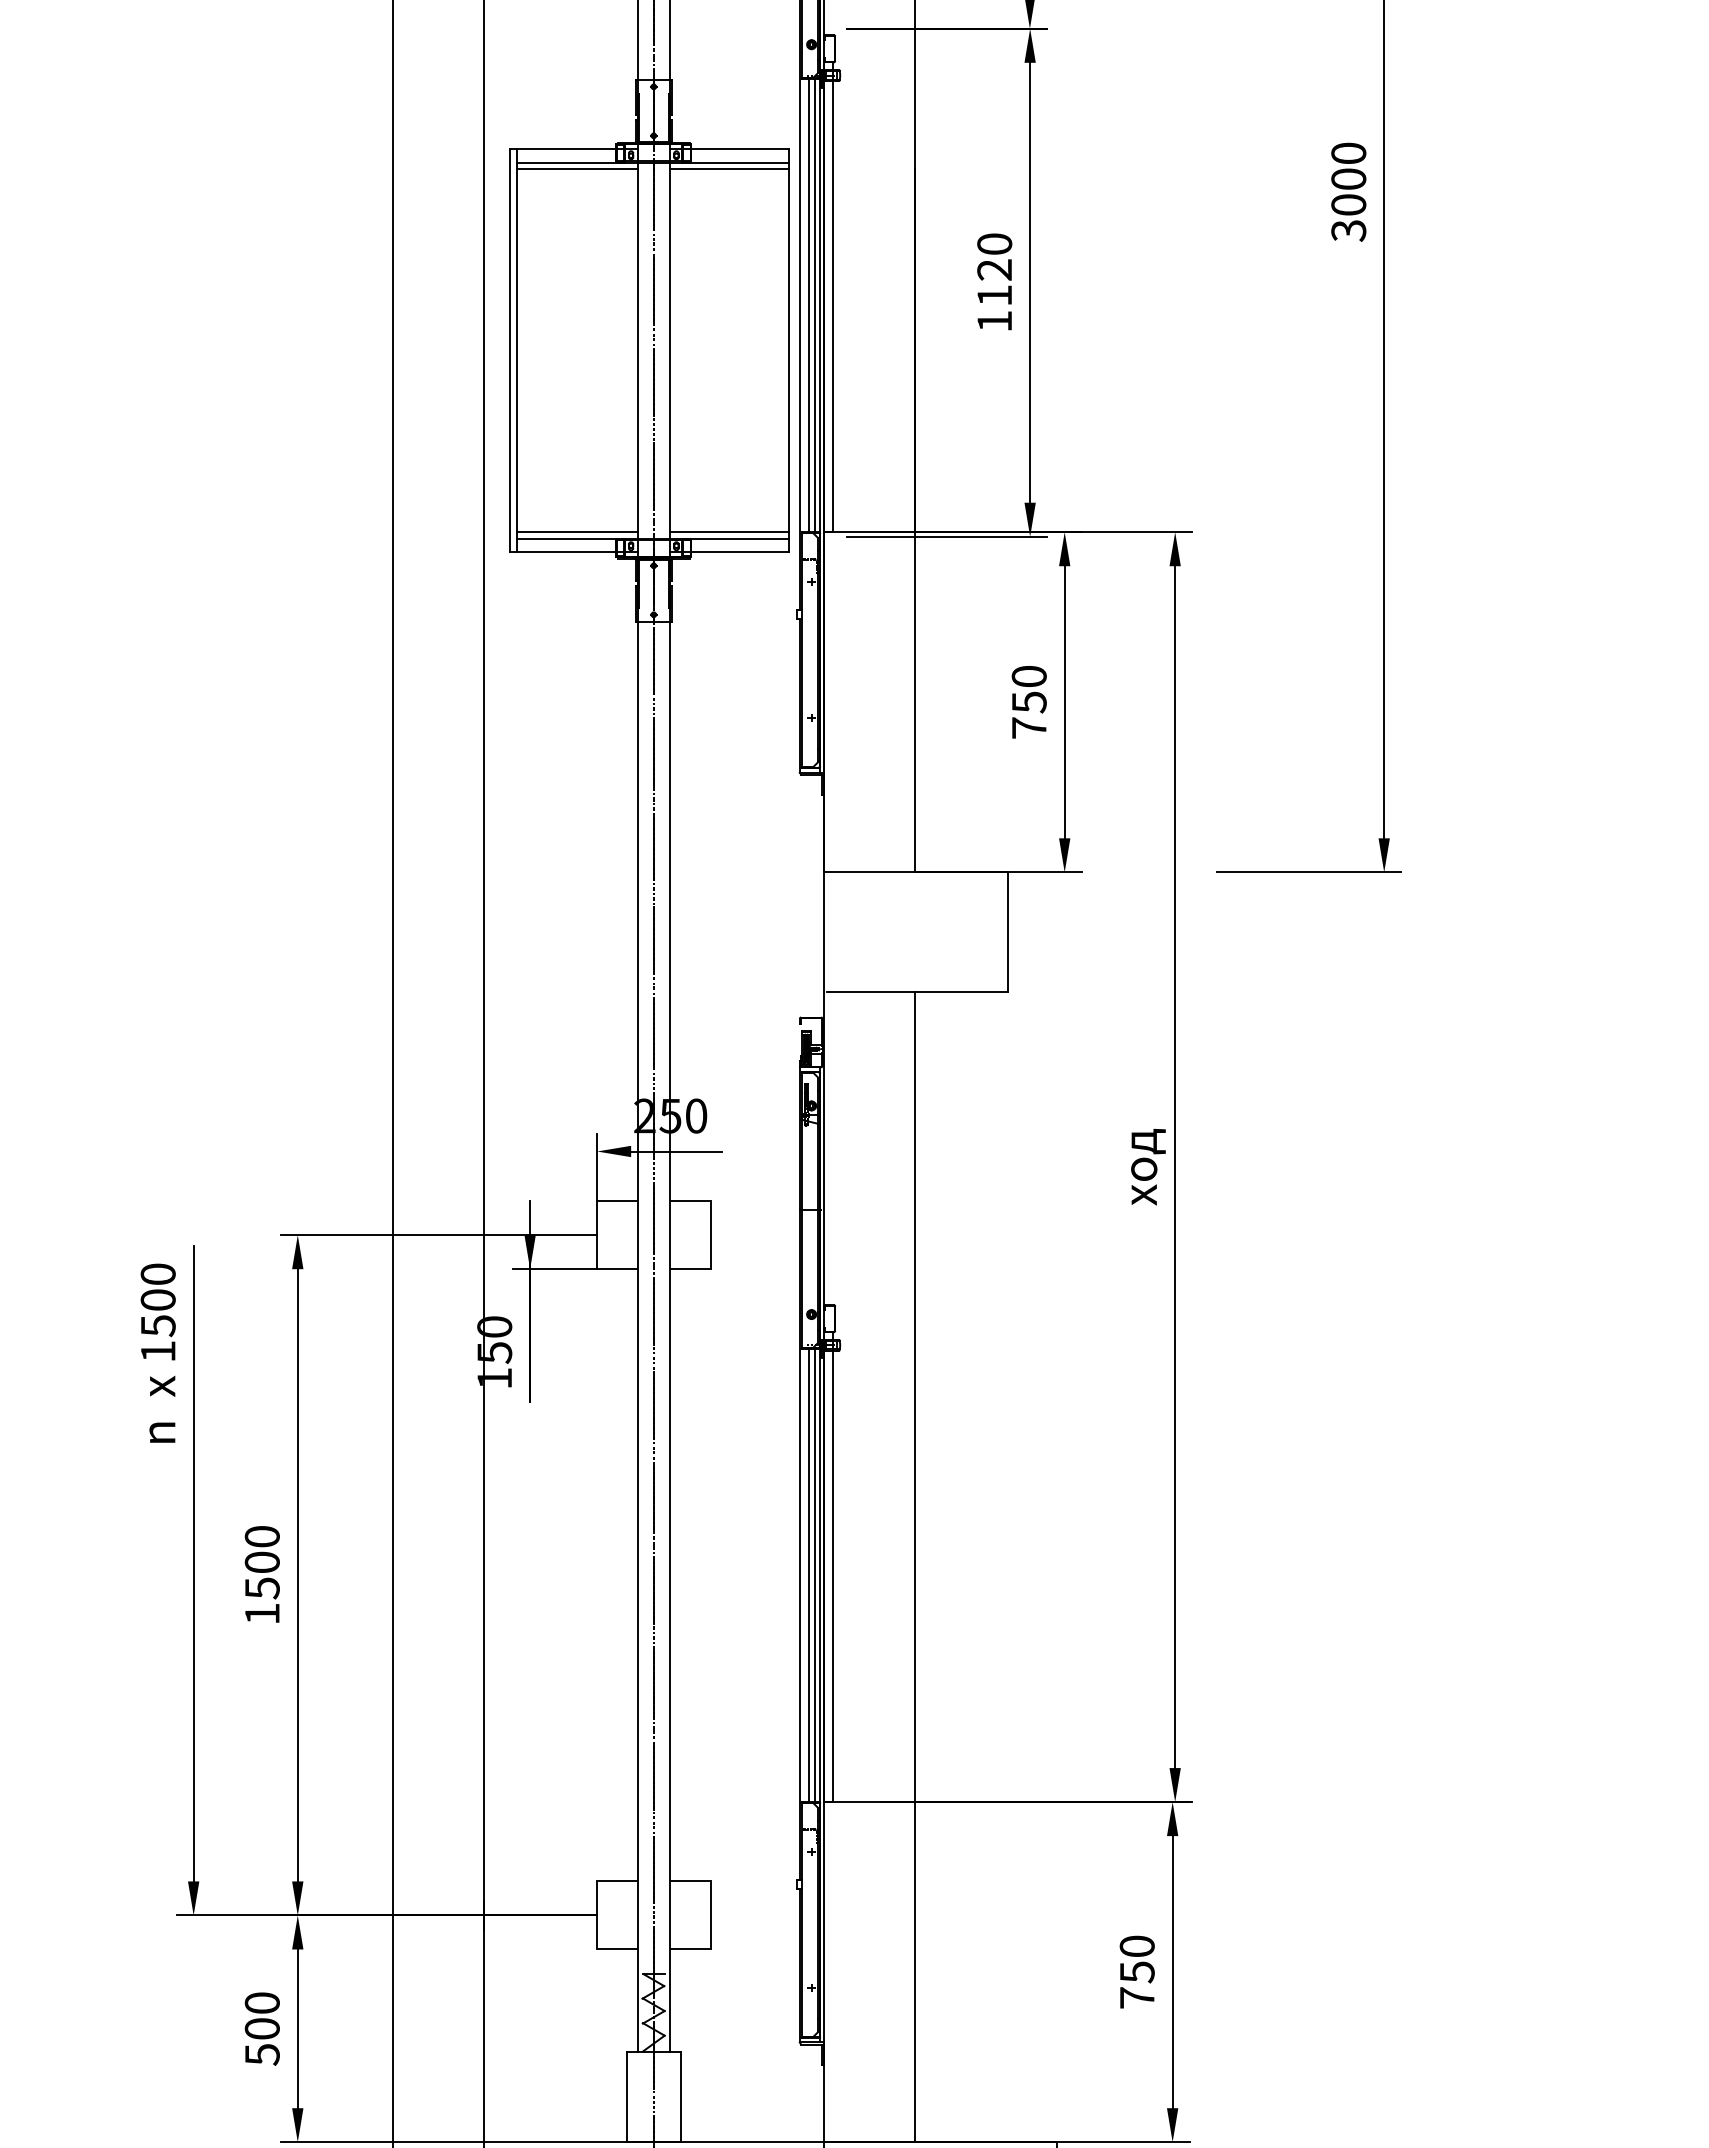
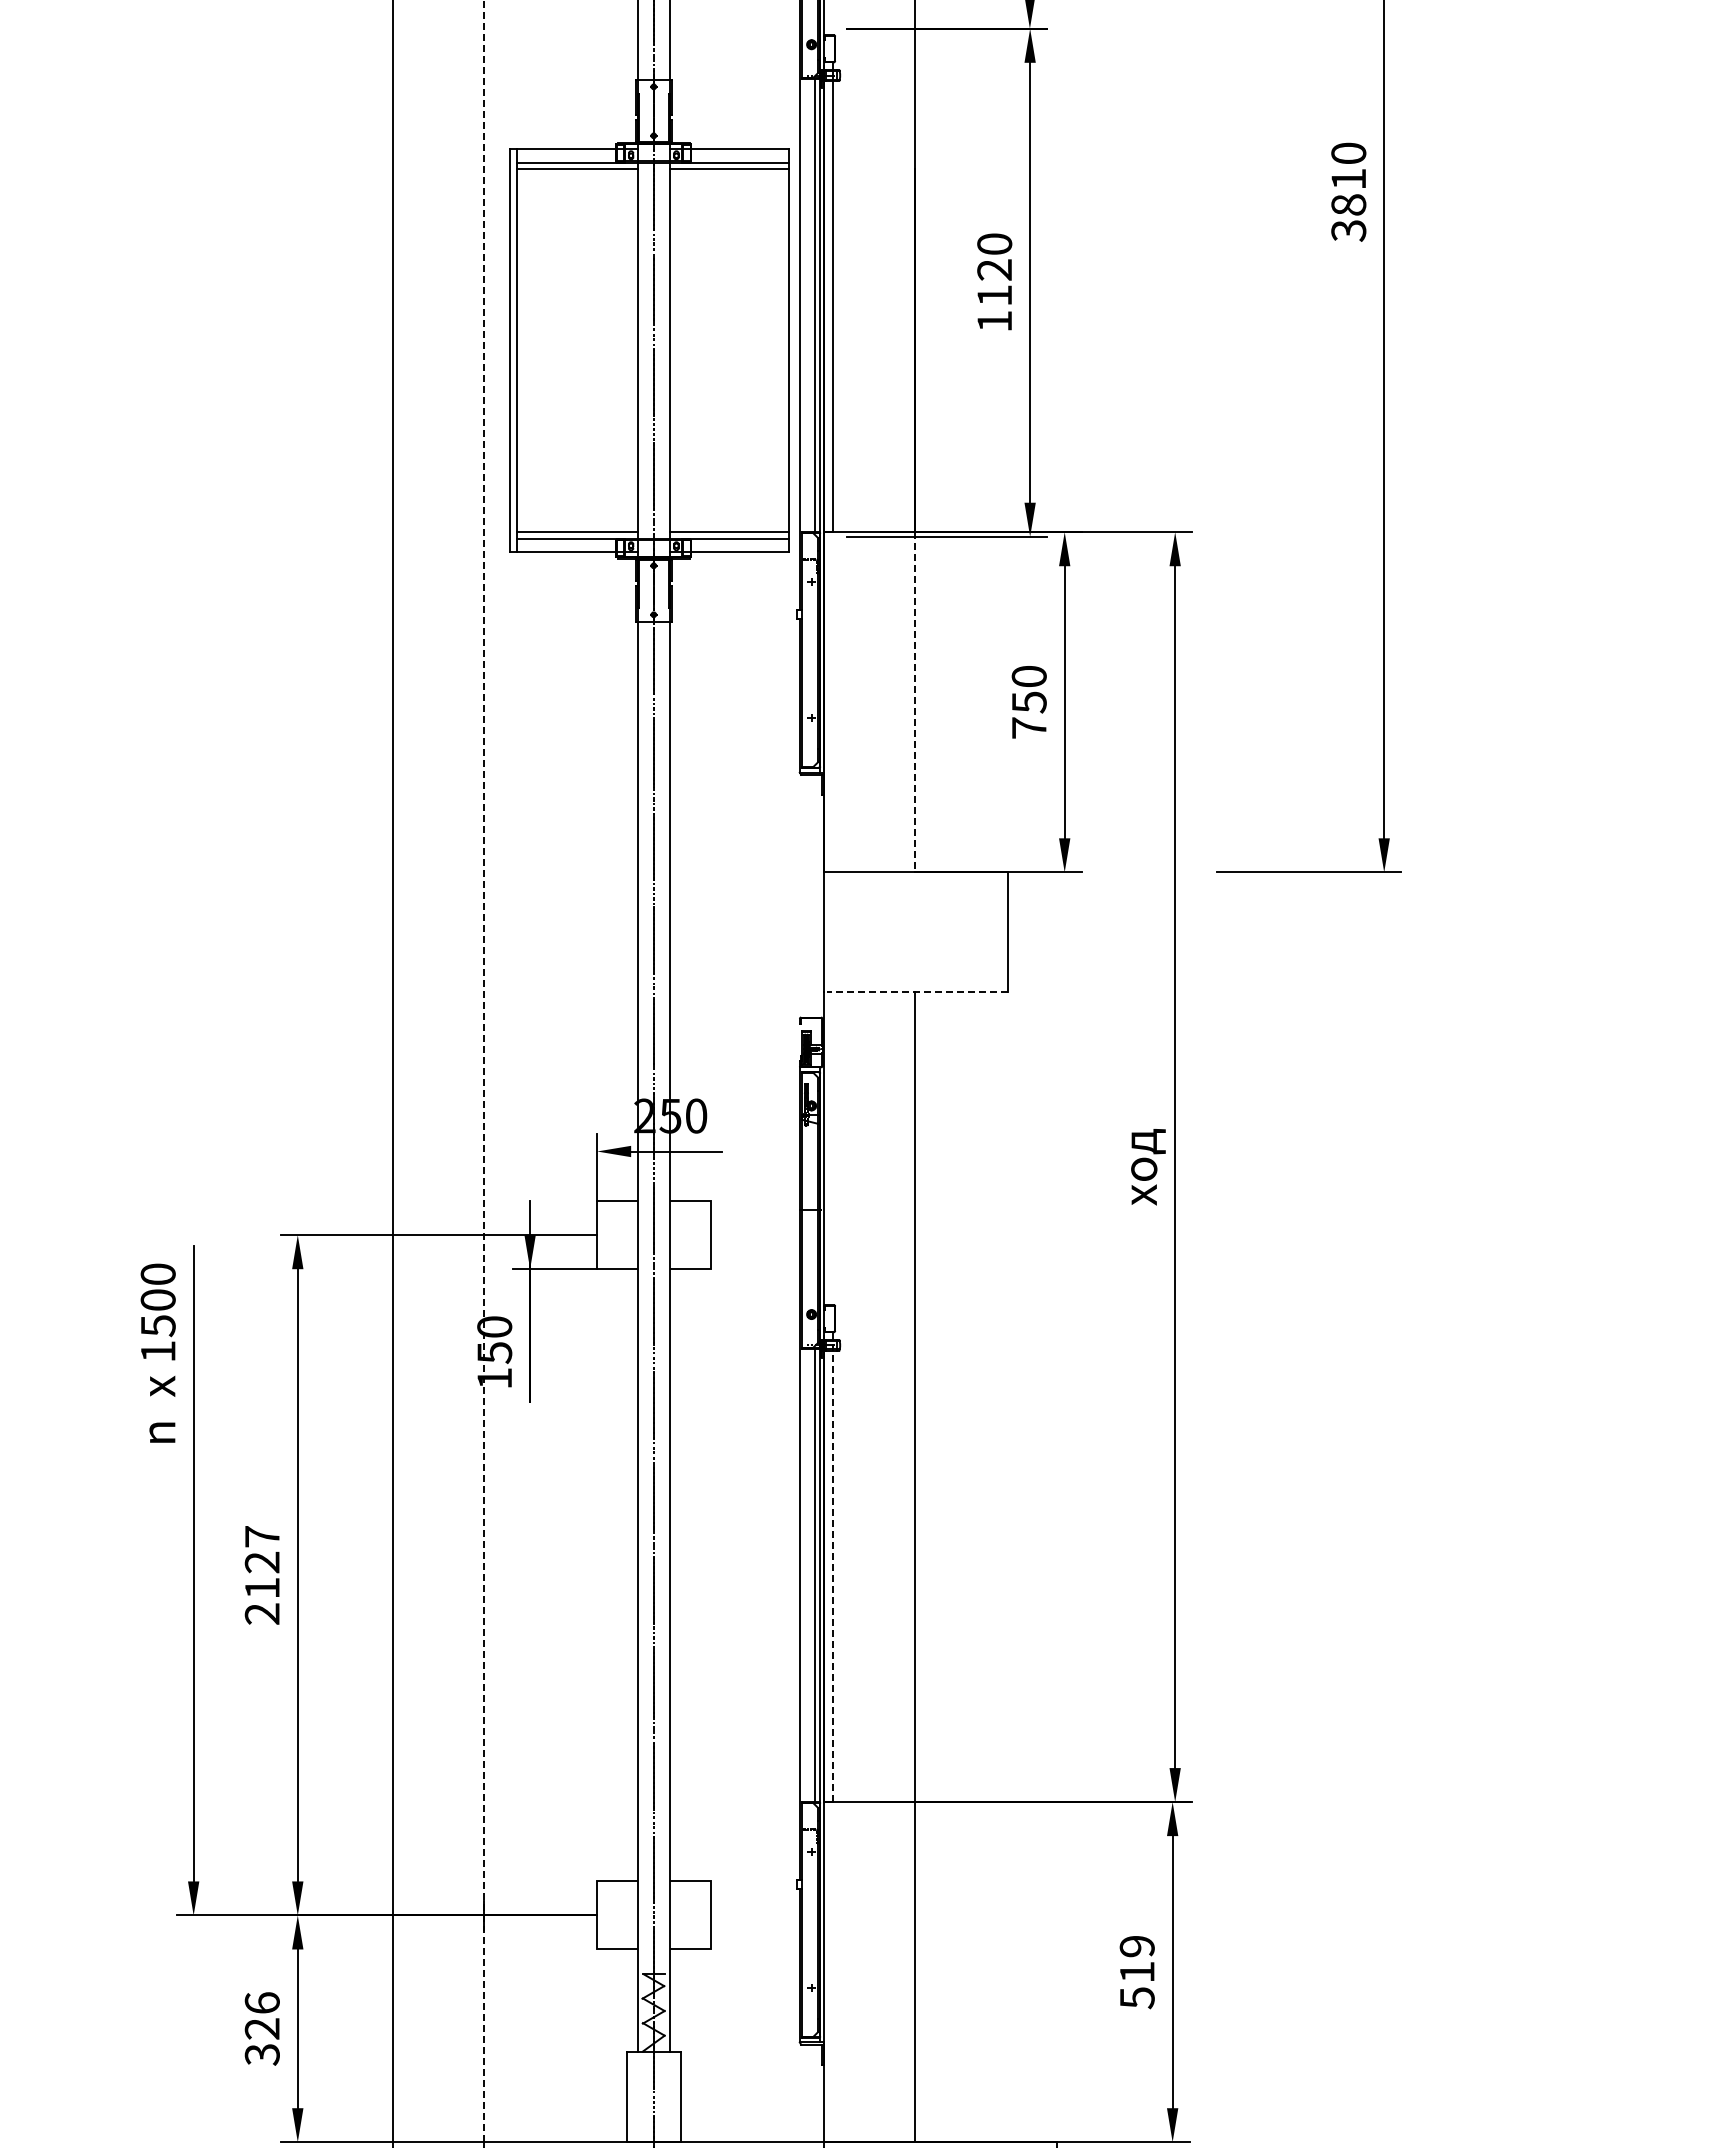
text at (1348, 191): 3000 -> 3810
line at (808, 305): present -> none
line at (914, 702): solid -> dashed
line at (916, 991): solid -> dashed
line at (483, 1071): solid -> dashed
line at (832, 1567): solid -> dashed
text at (261, 1575): 1500 -> 2127
line at (808, 1575): present -> none
text at (1136, 1972): 750 -> 519
text at (261, 2028): 500 -> 326
